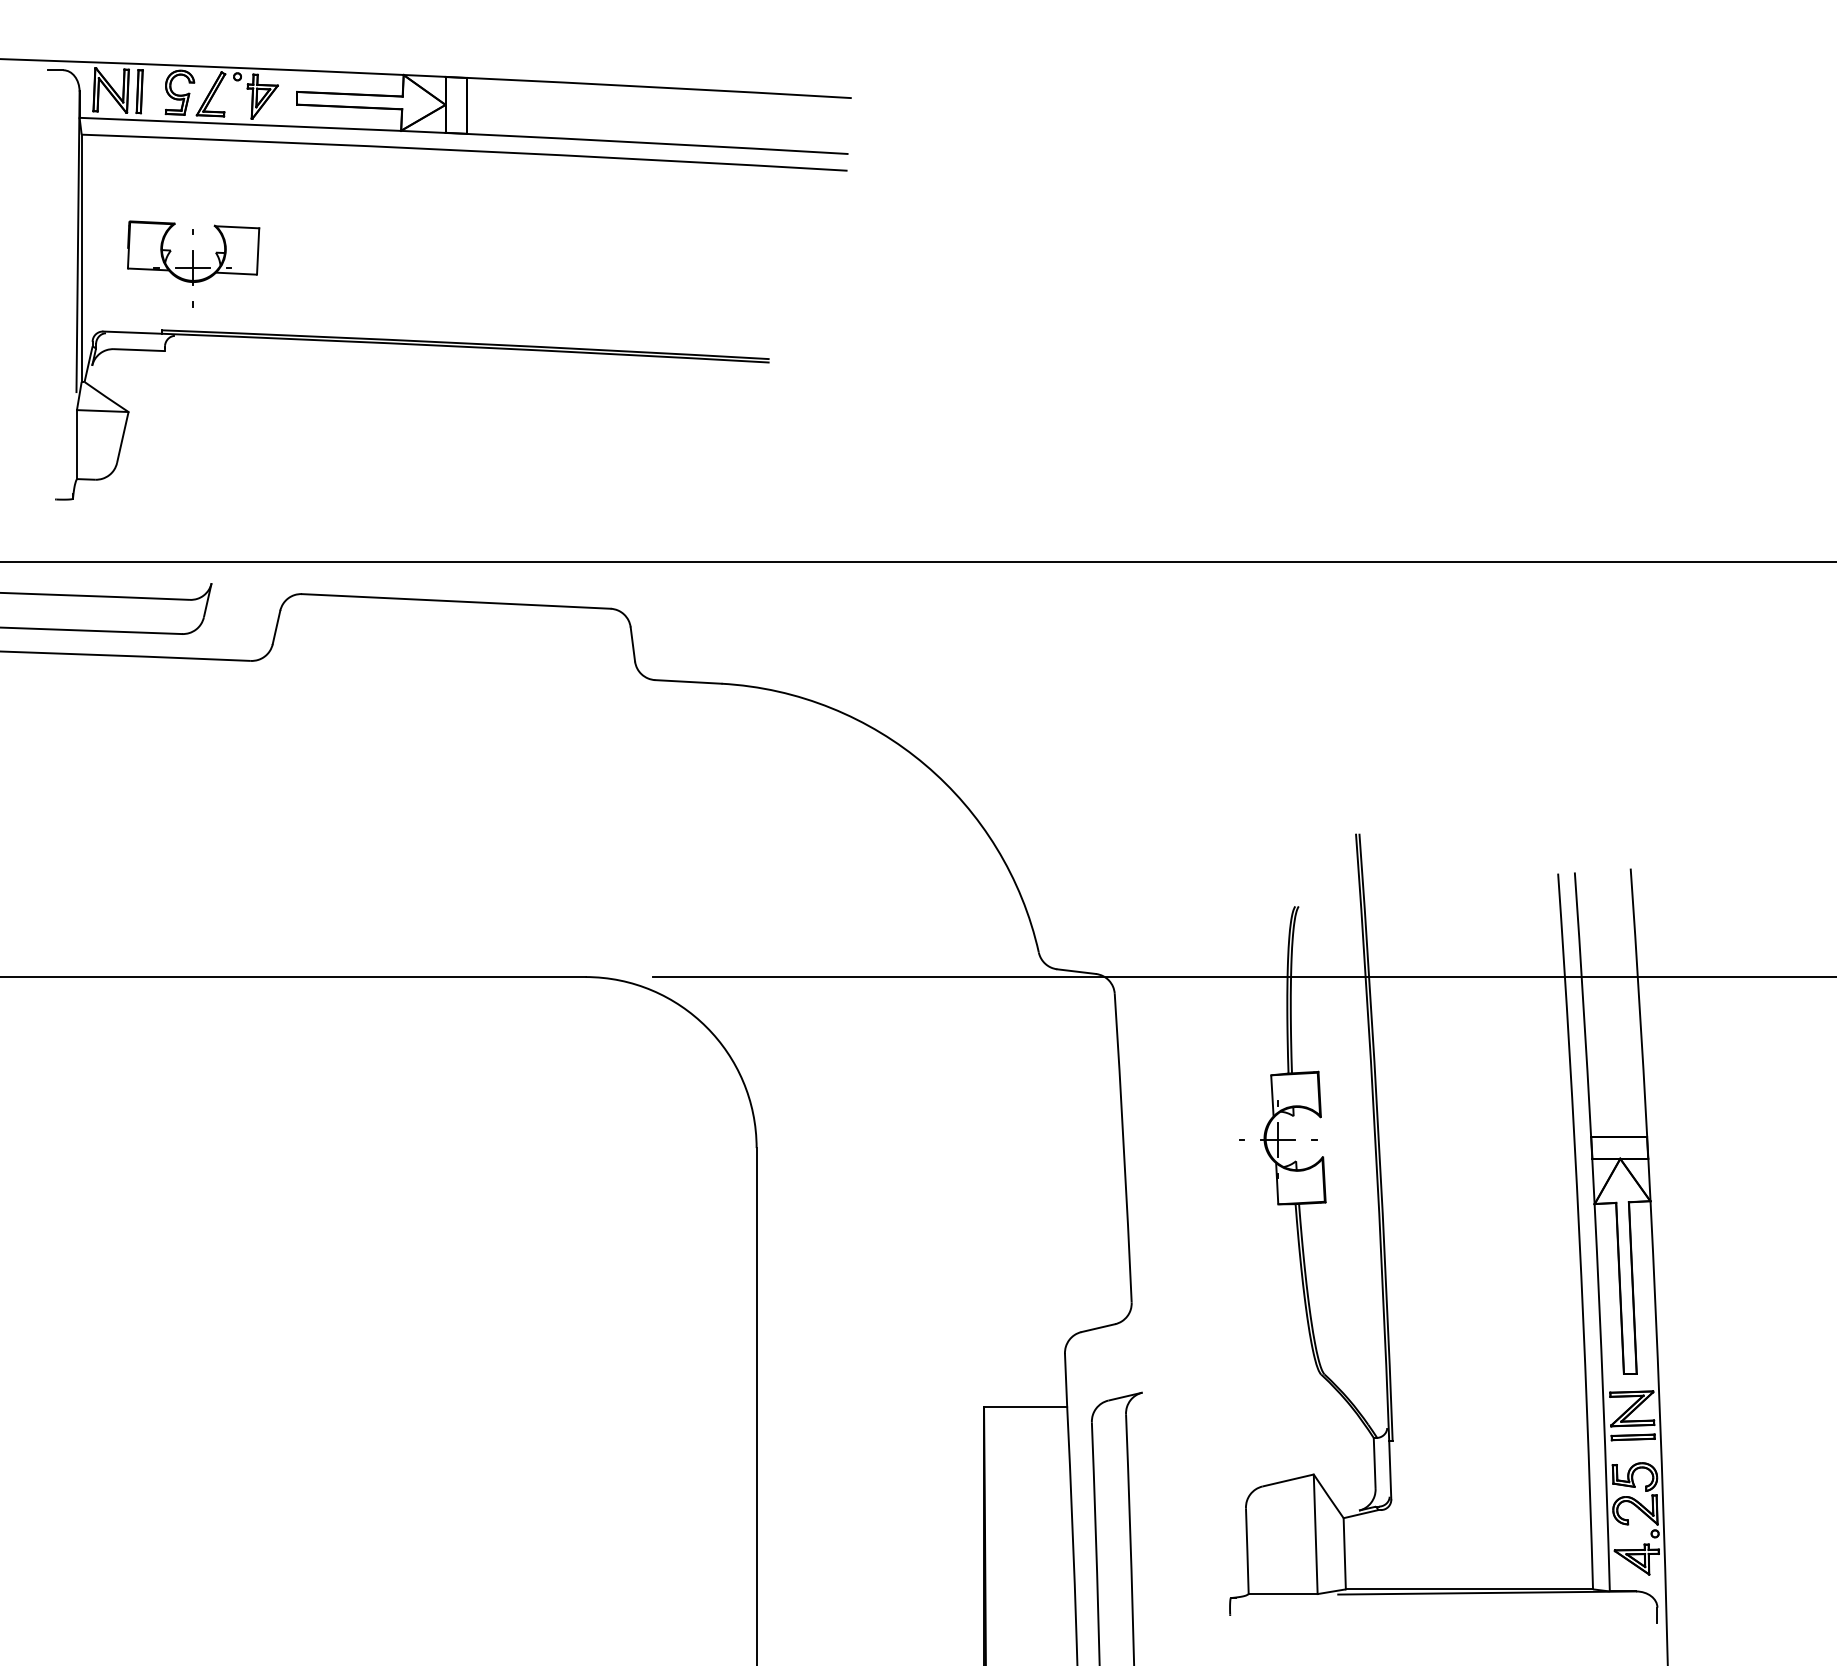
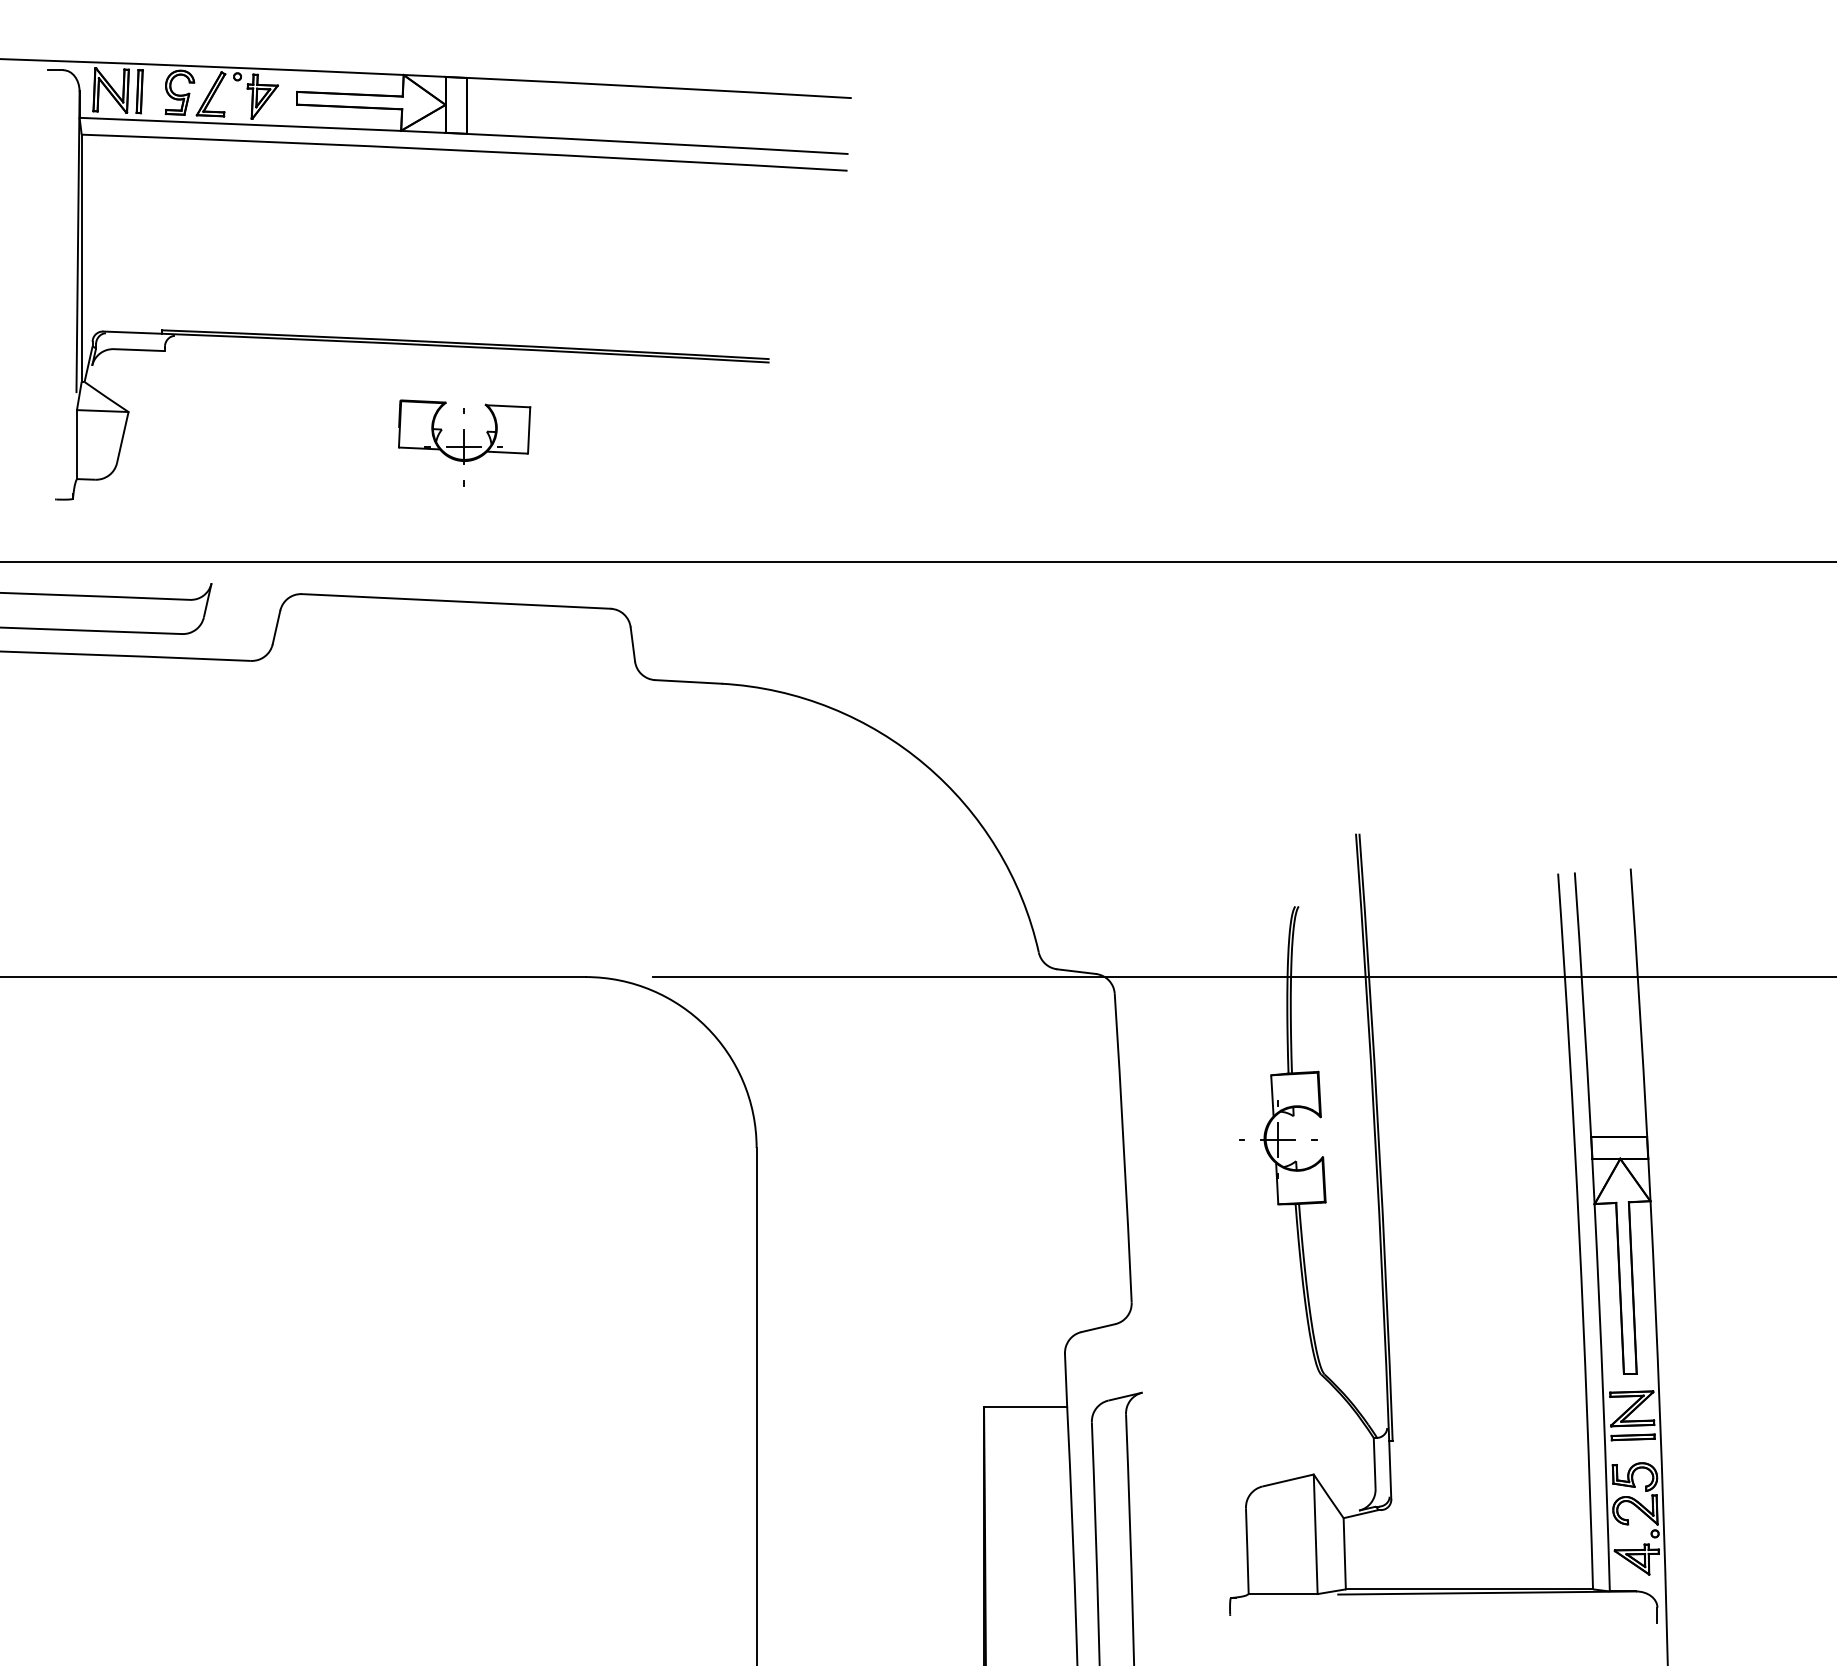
part at (193, 263) position: (193, 263) -> (464, 442)
